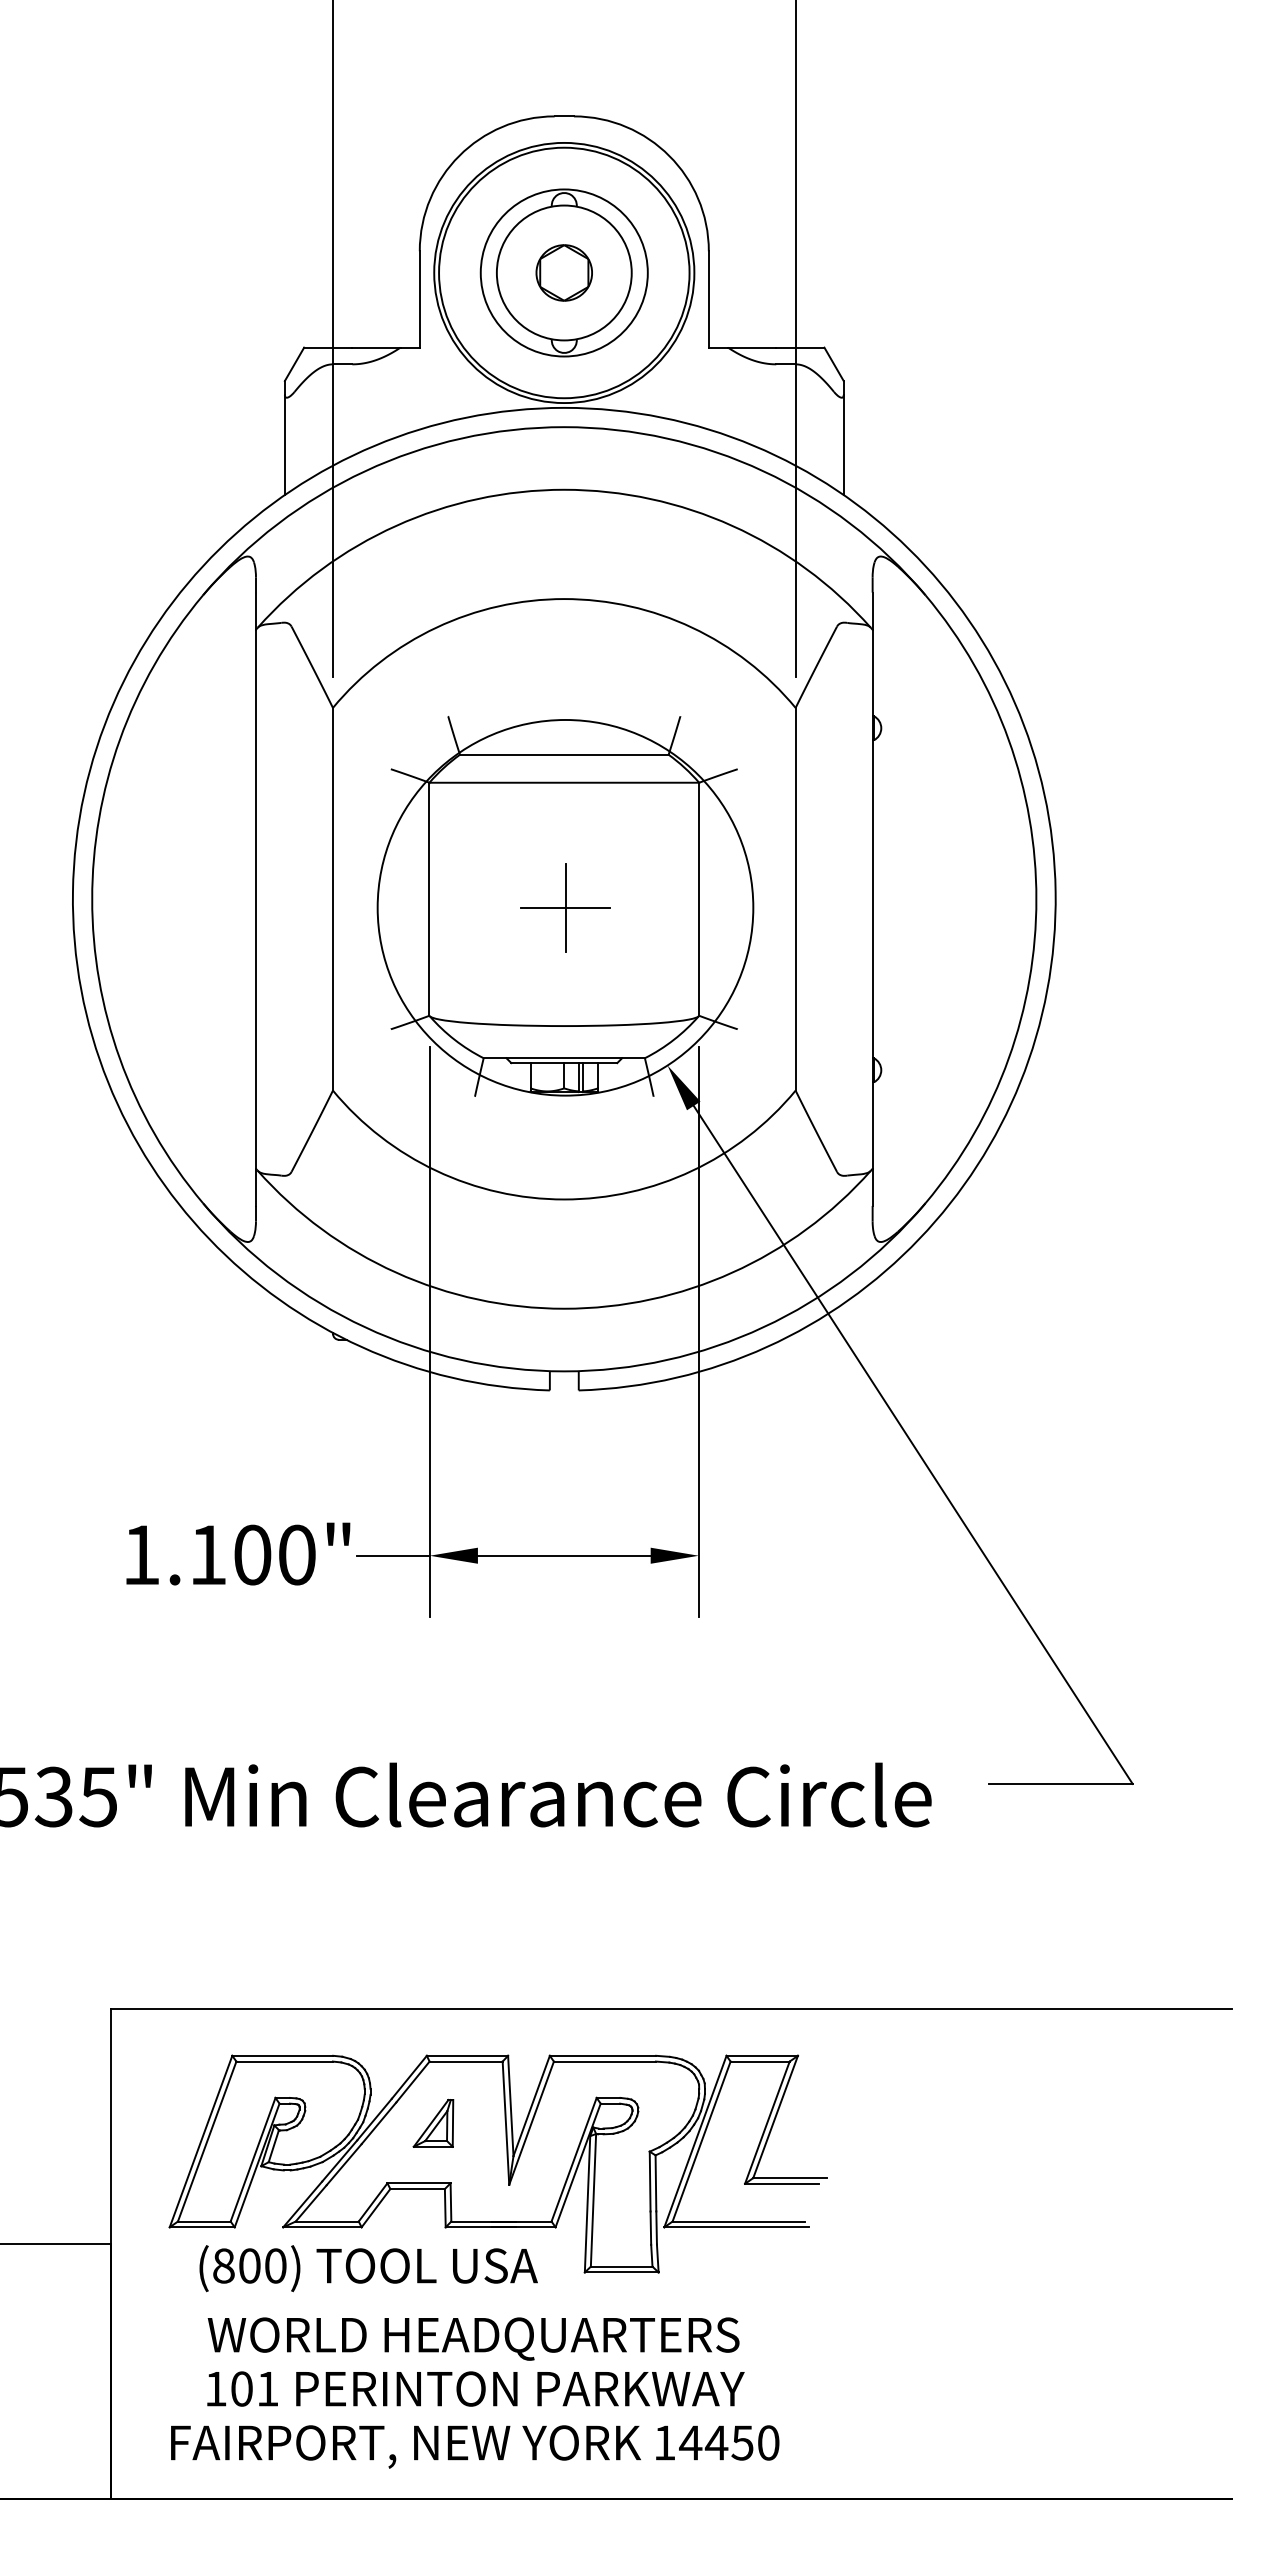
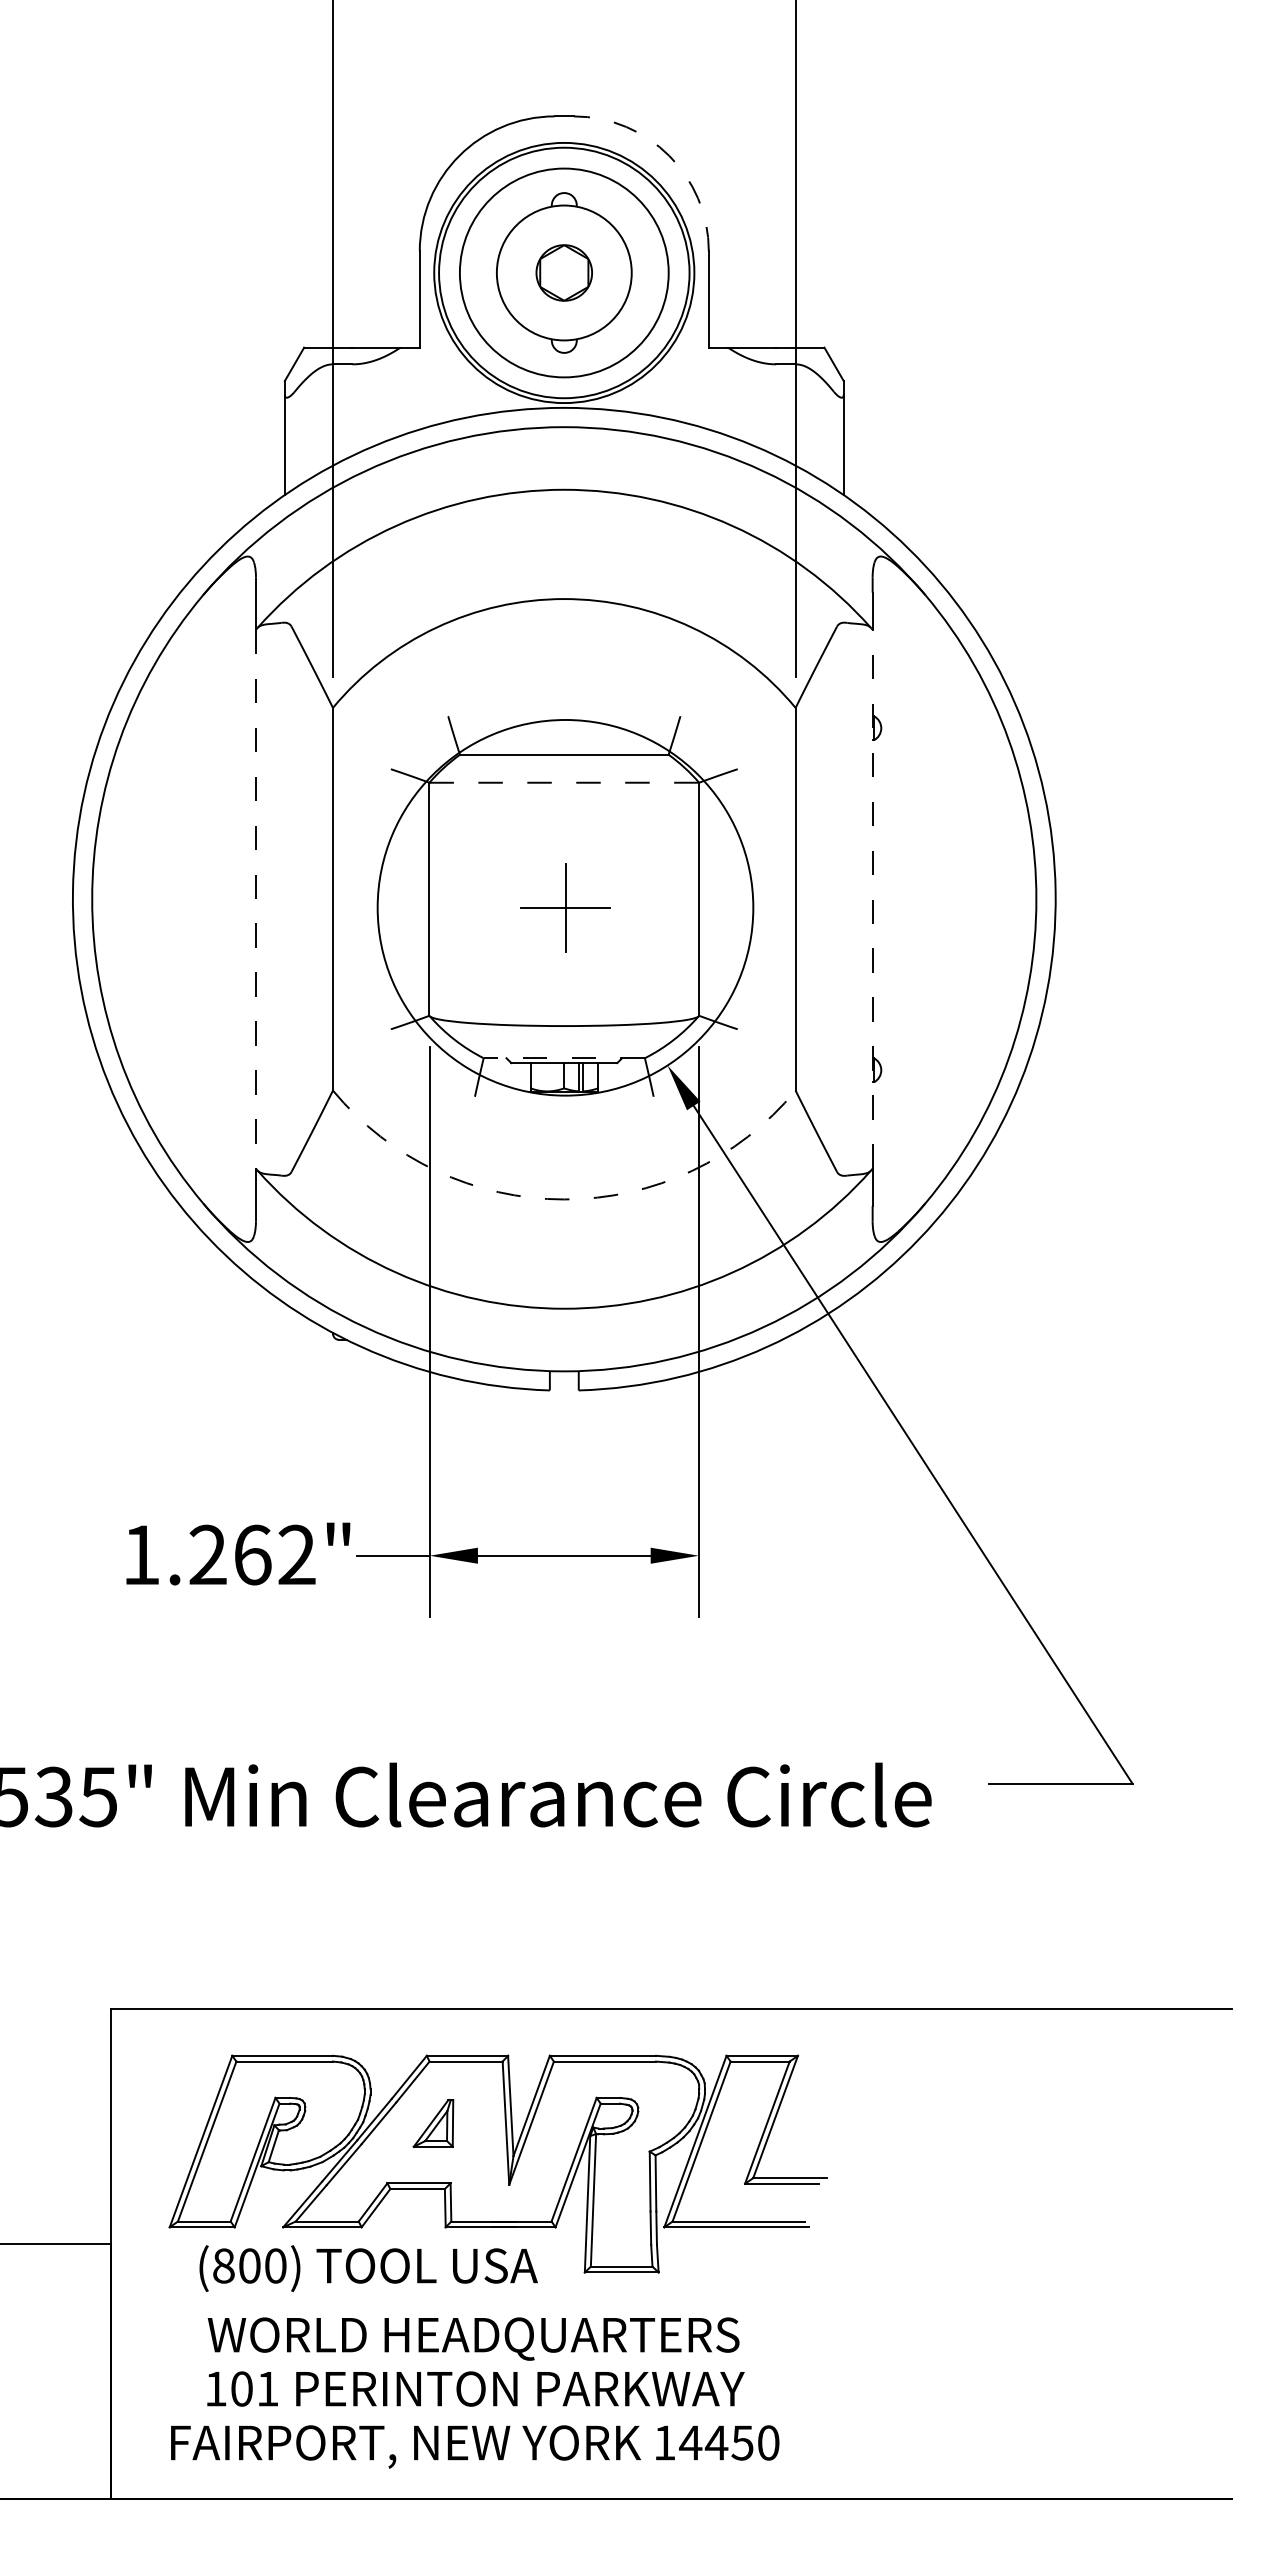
arc at (669, 155): solid -> dashed
circle at (563, 272) diameter: 167 px -> 209 px
line at (564, 782): solid -> dashed
line at (872, 898): solid -> dashed
line at (255, 899): solid -> dashed
line at (564, 1058): solid -> dashed
arc at (564, 1199): solid -> dashed
text at (252, 1554): 1.100" -> 1.262"
